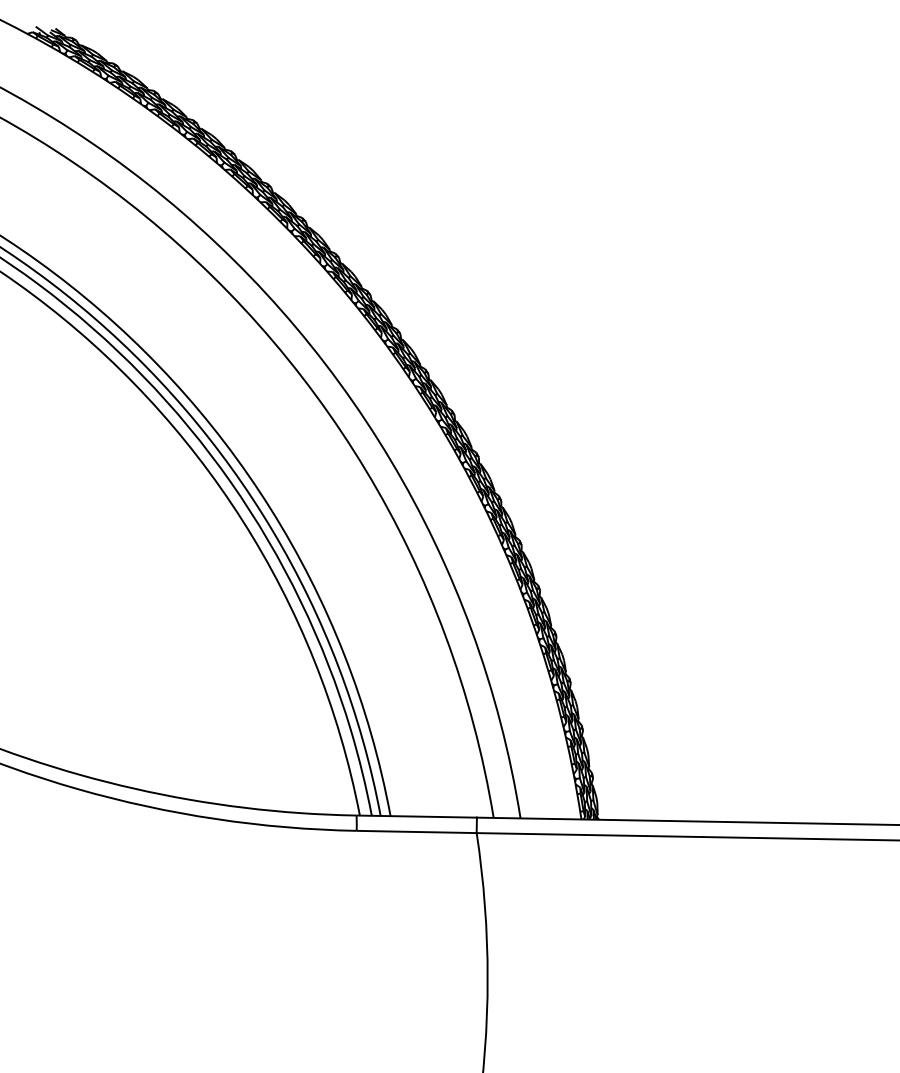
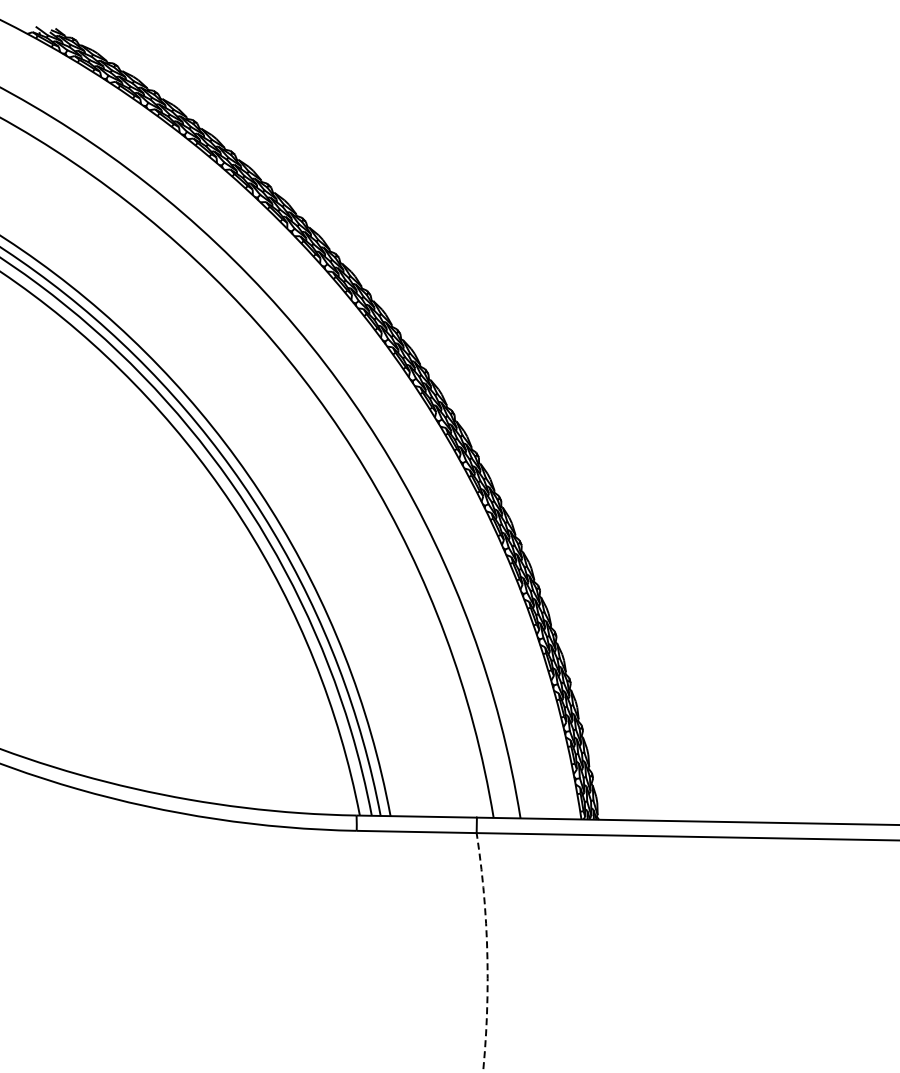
arc at (487, 952): solid -> dashed
